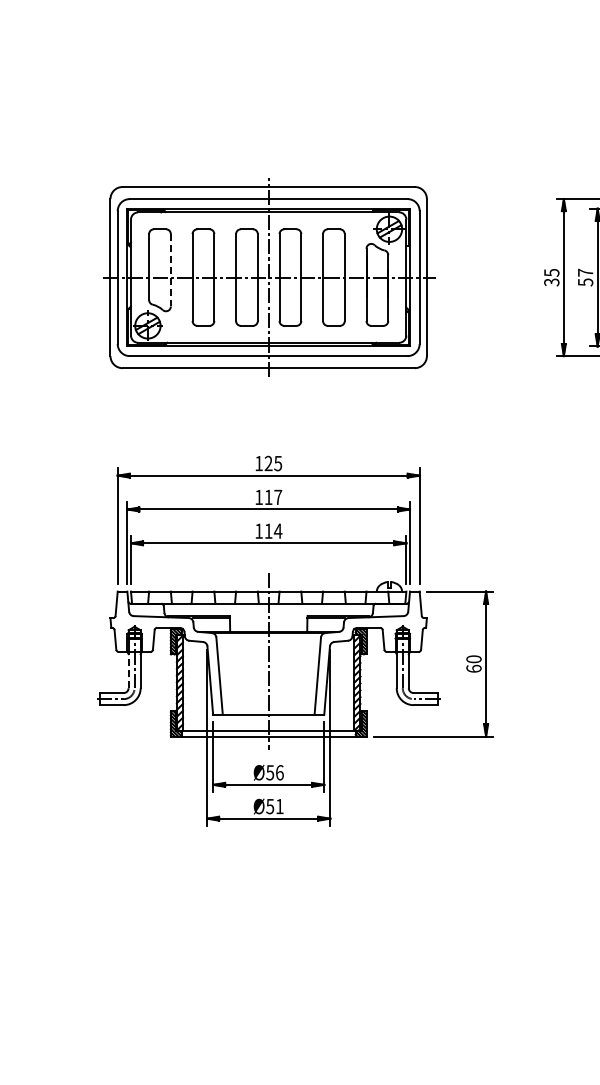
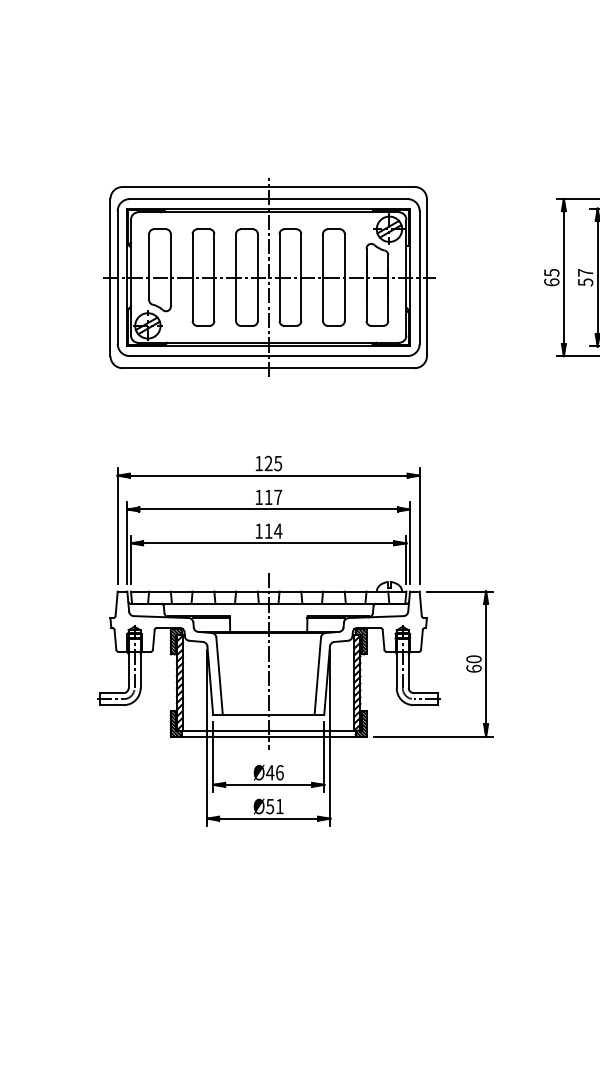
line at (170, 270): dashed -> solid
text at (551, 282): 35 -> 65
line at (128, 669): dashed -> solid
text at (269, 772): Ø56 -> Ø46
